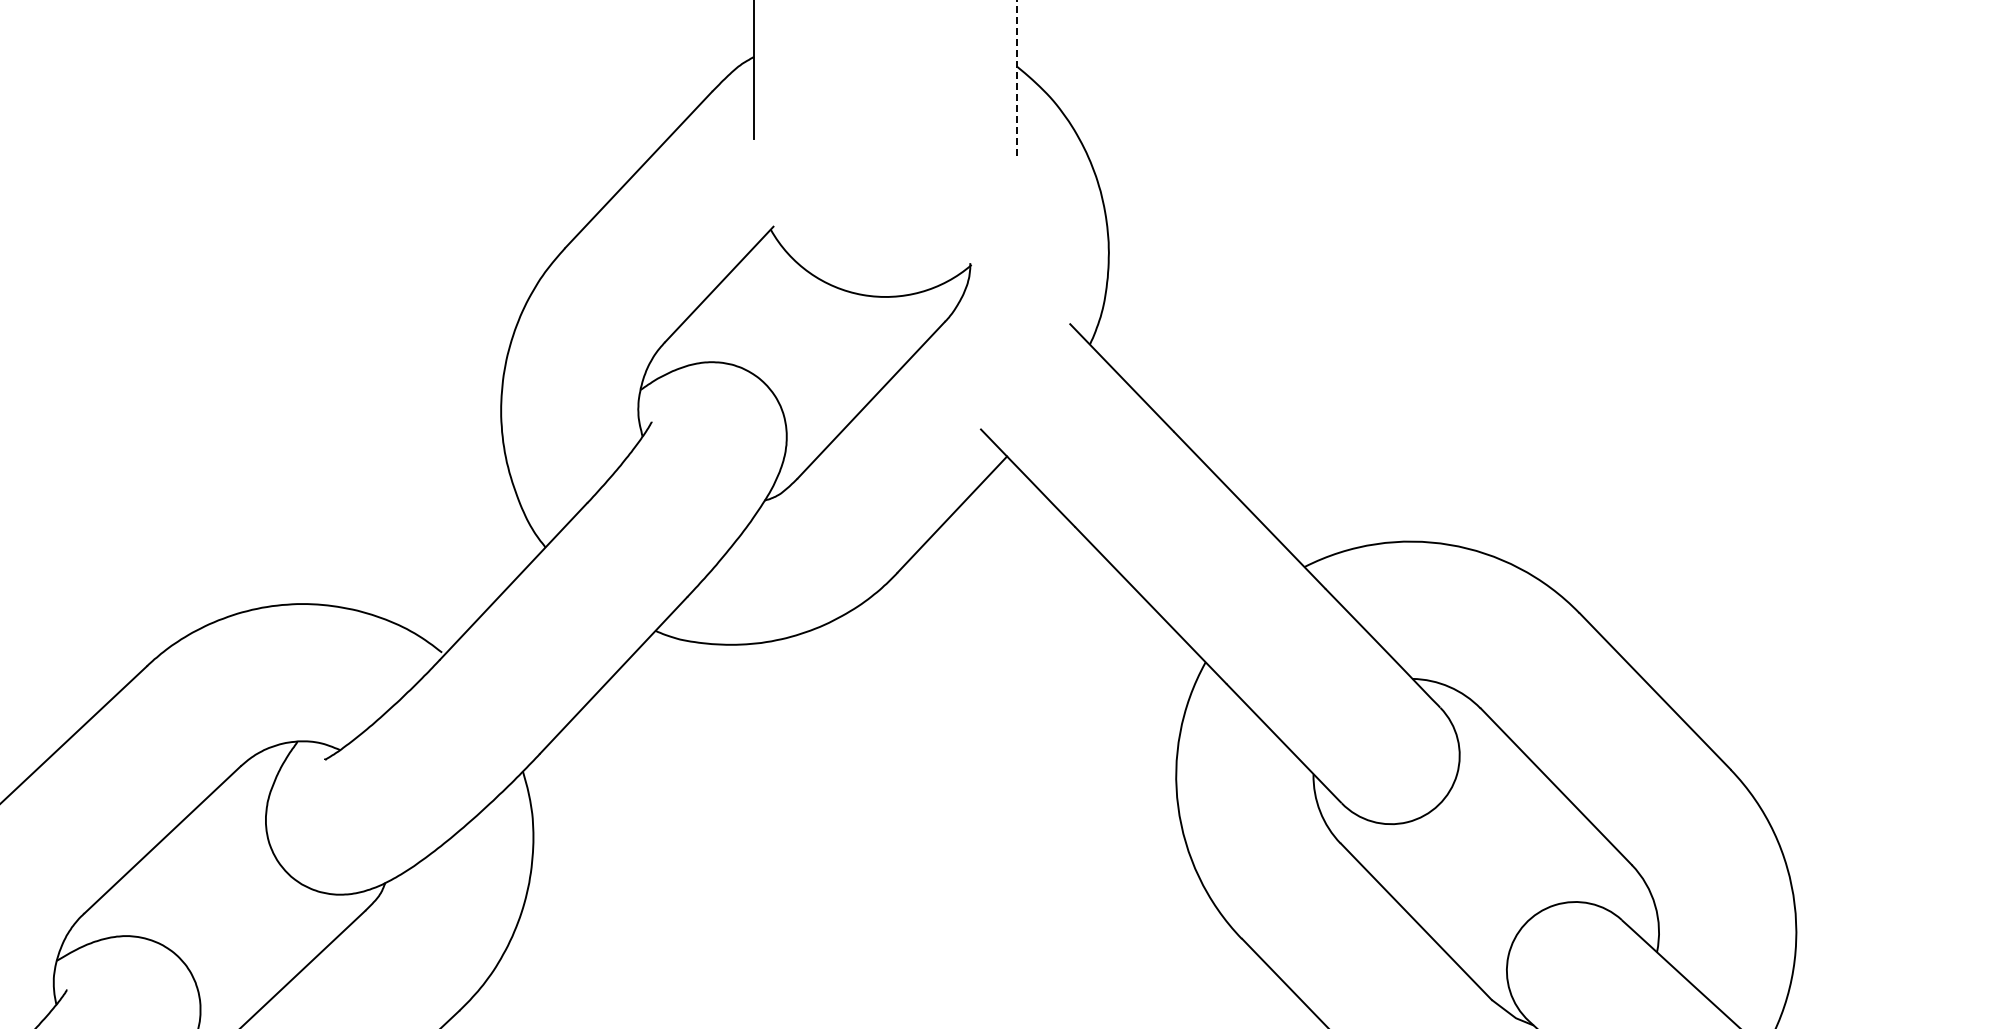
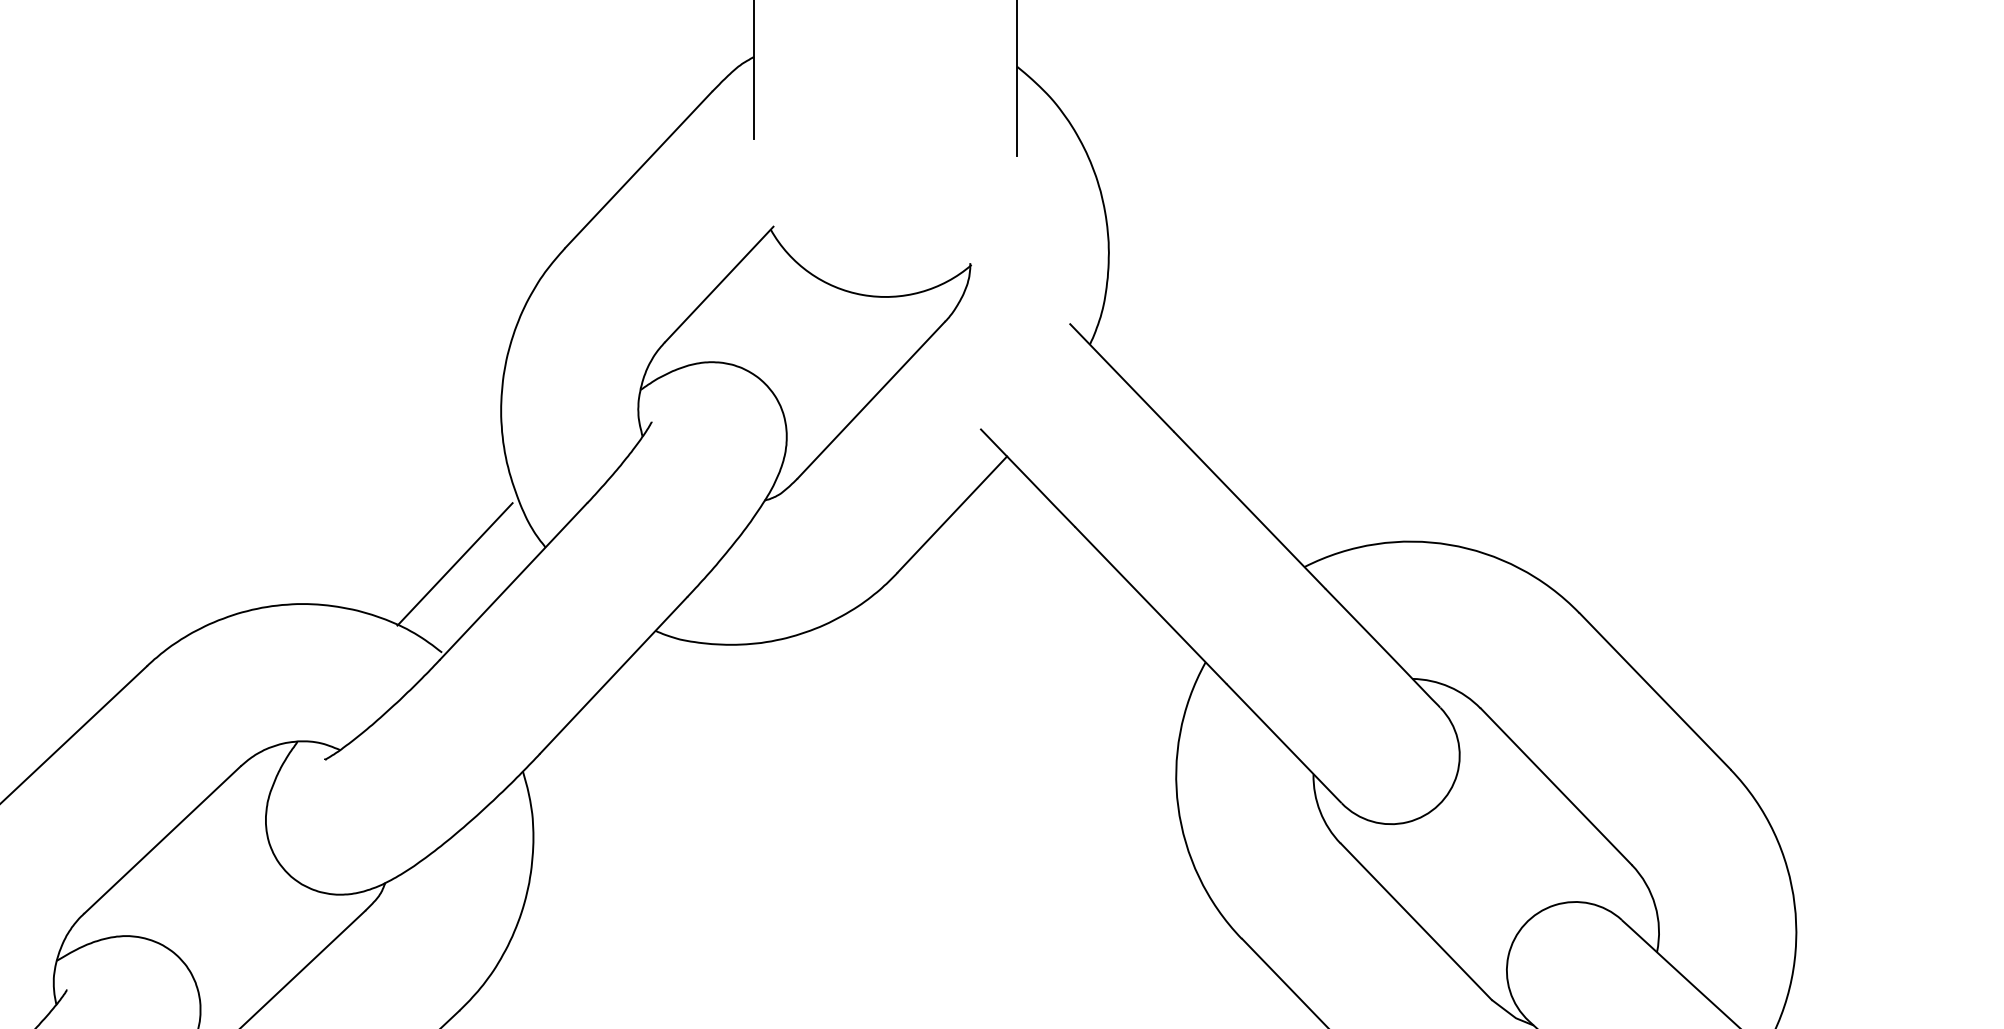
line at (1017, 78): dashed -> solid
line at (454, 564): none -> present
